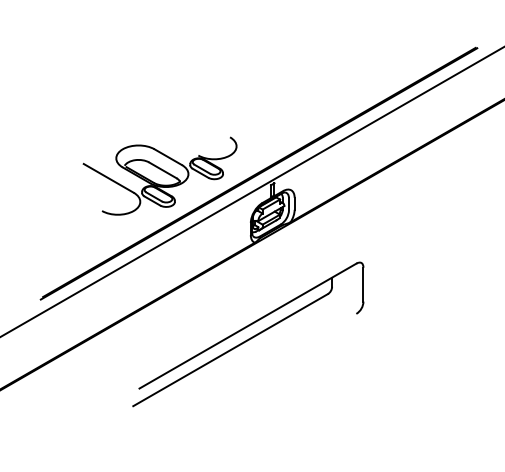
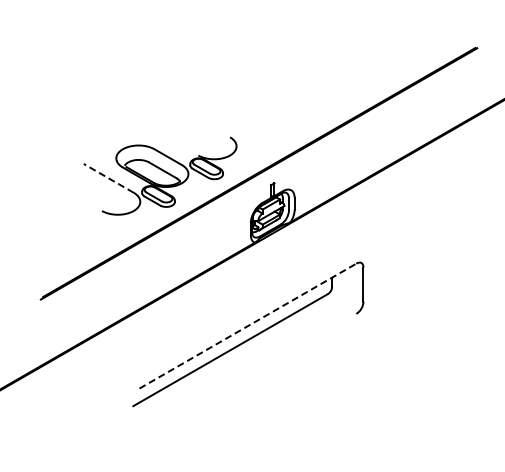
line at (108, 178): solid -> dashed
line at (251, 192): present -> none
line at (248, 325): solid -> dashed
